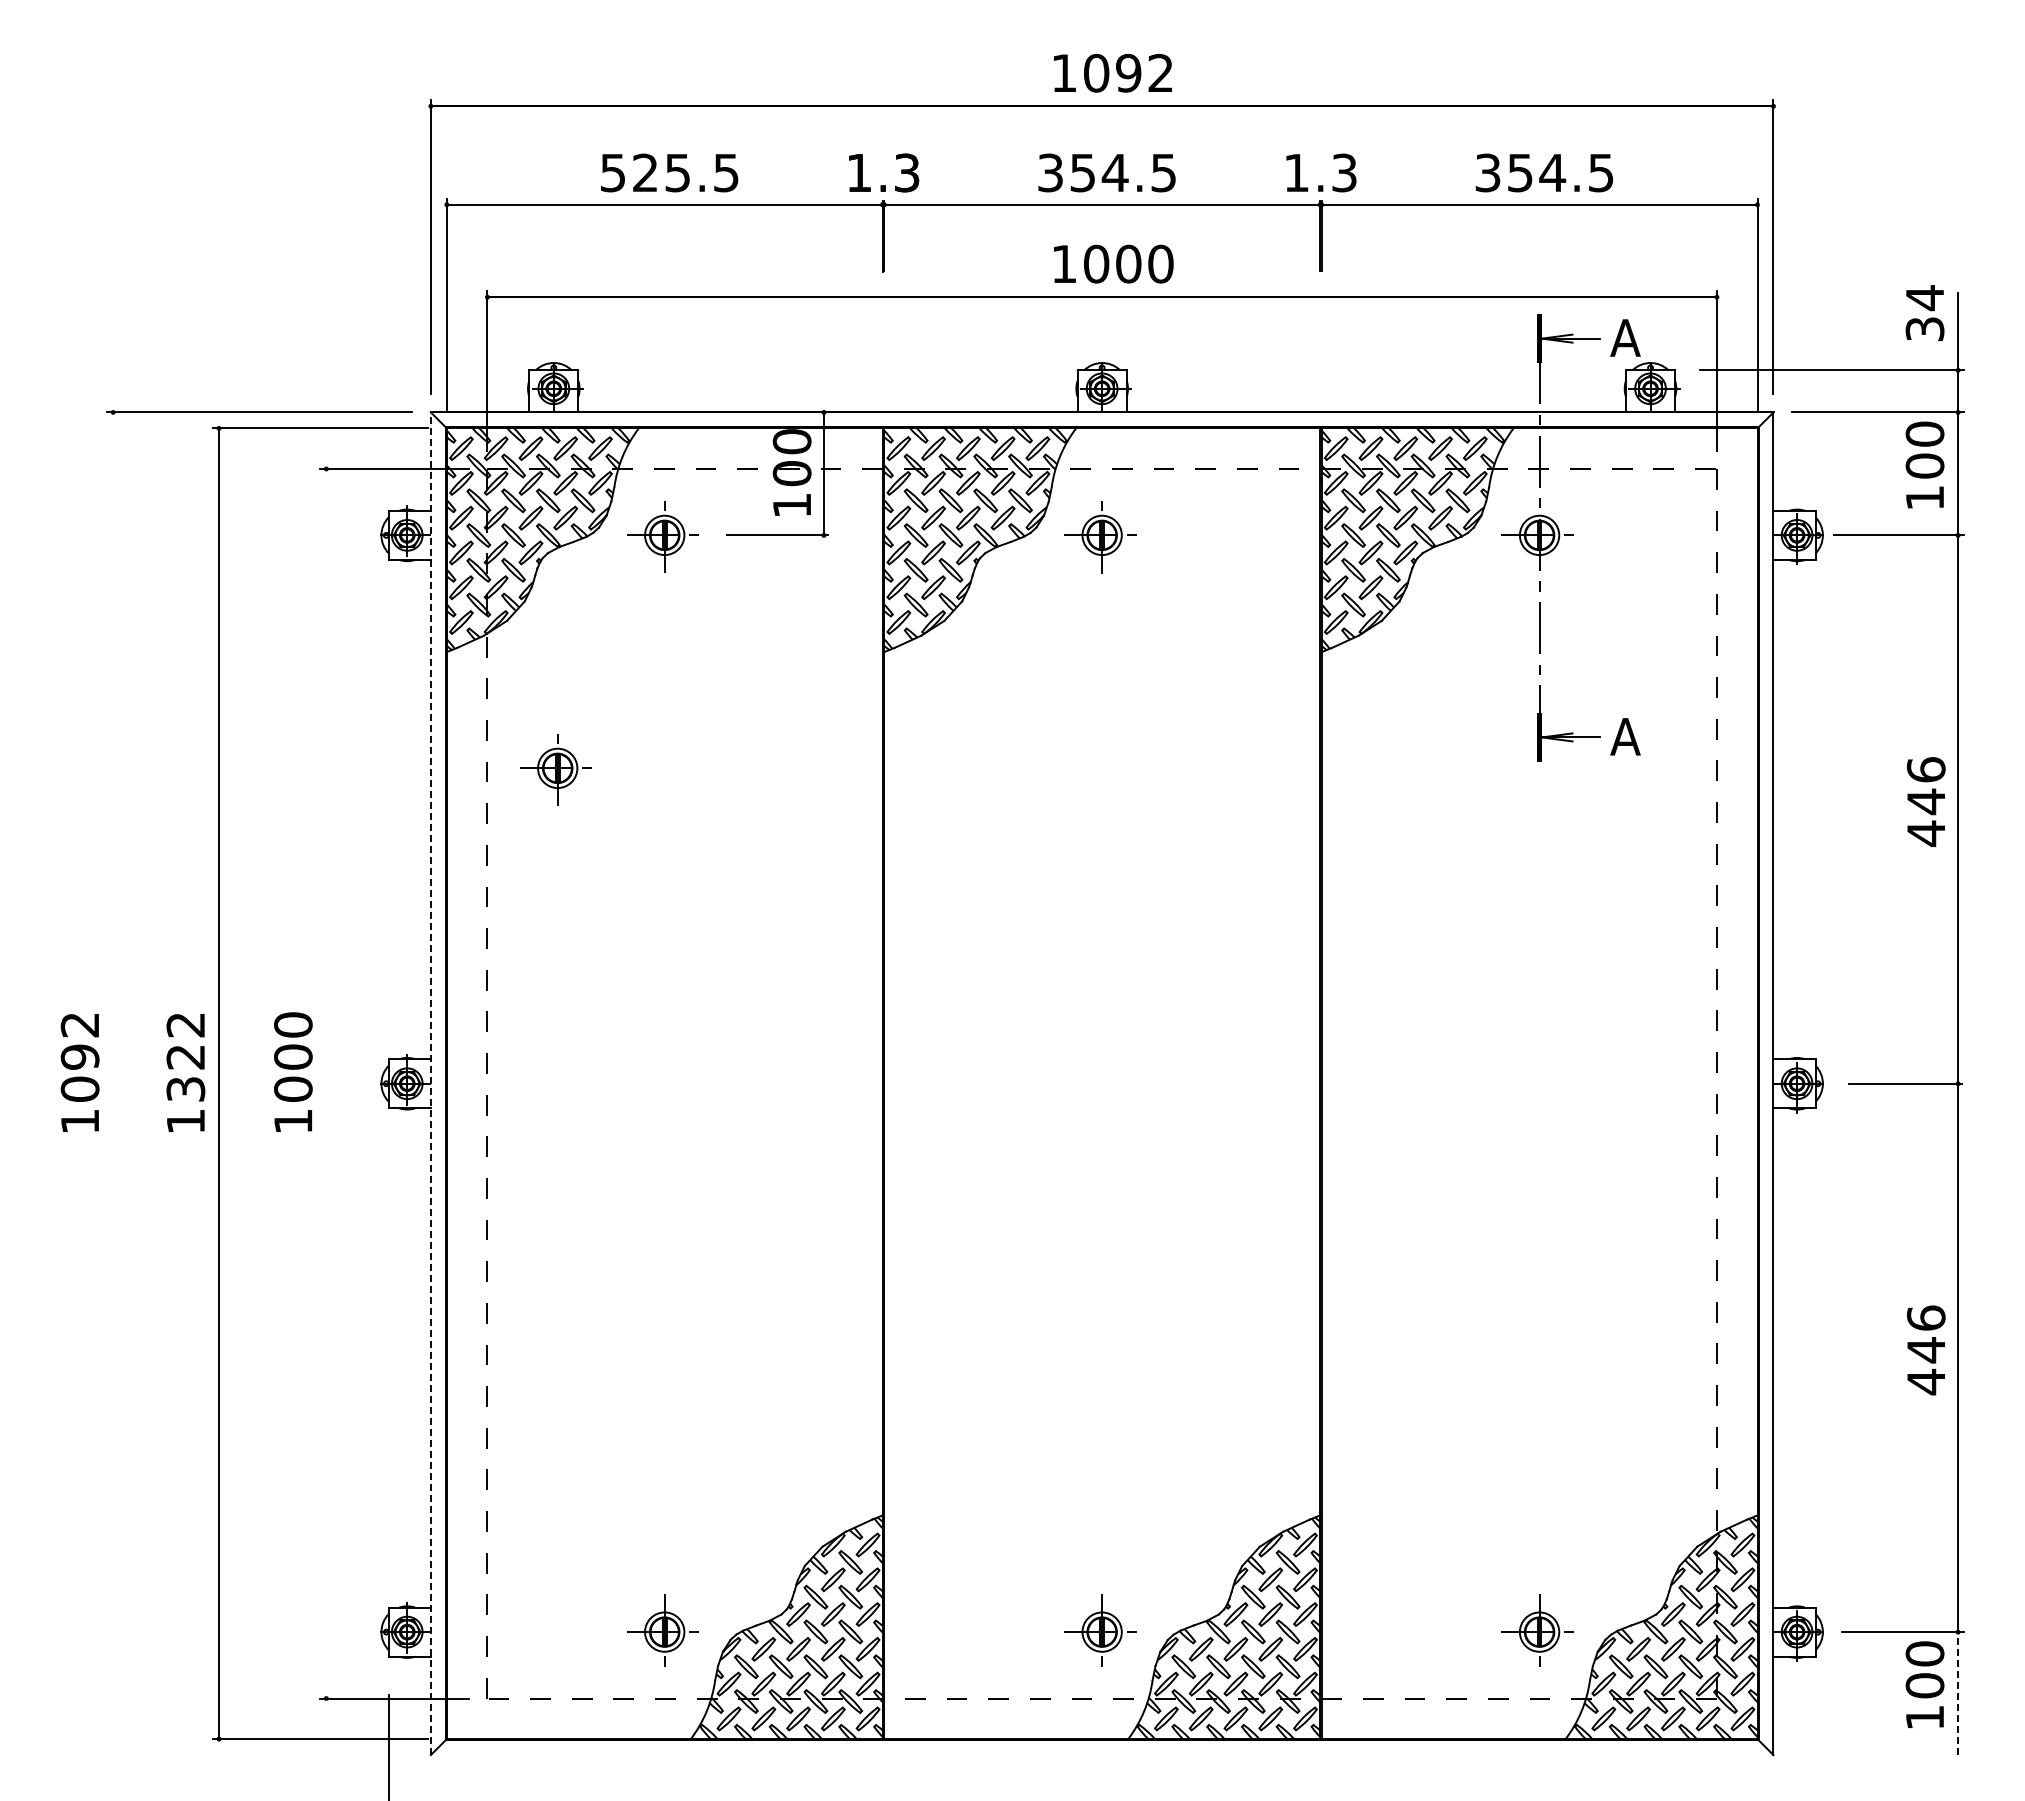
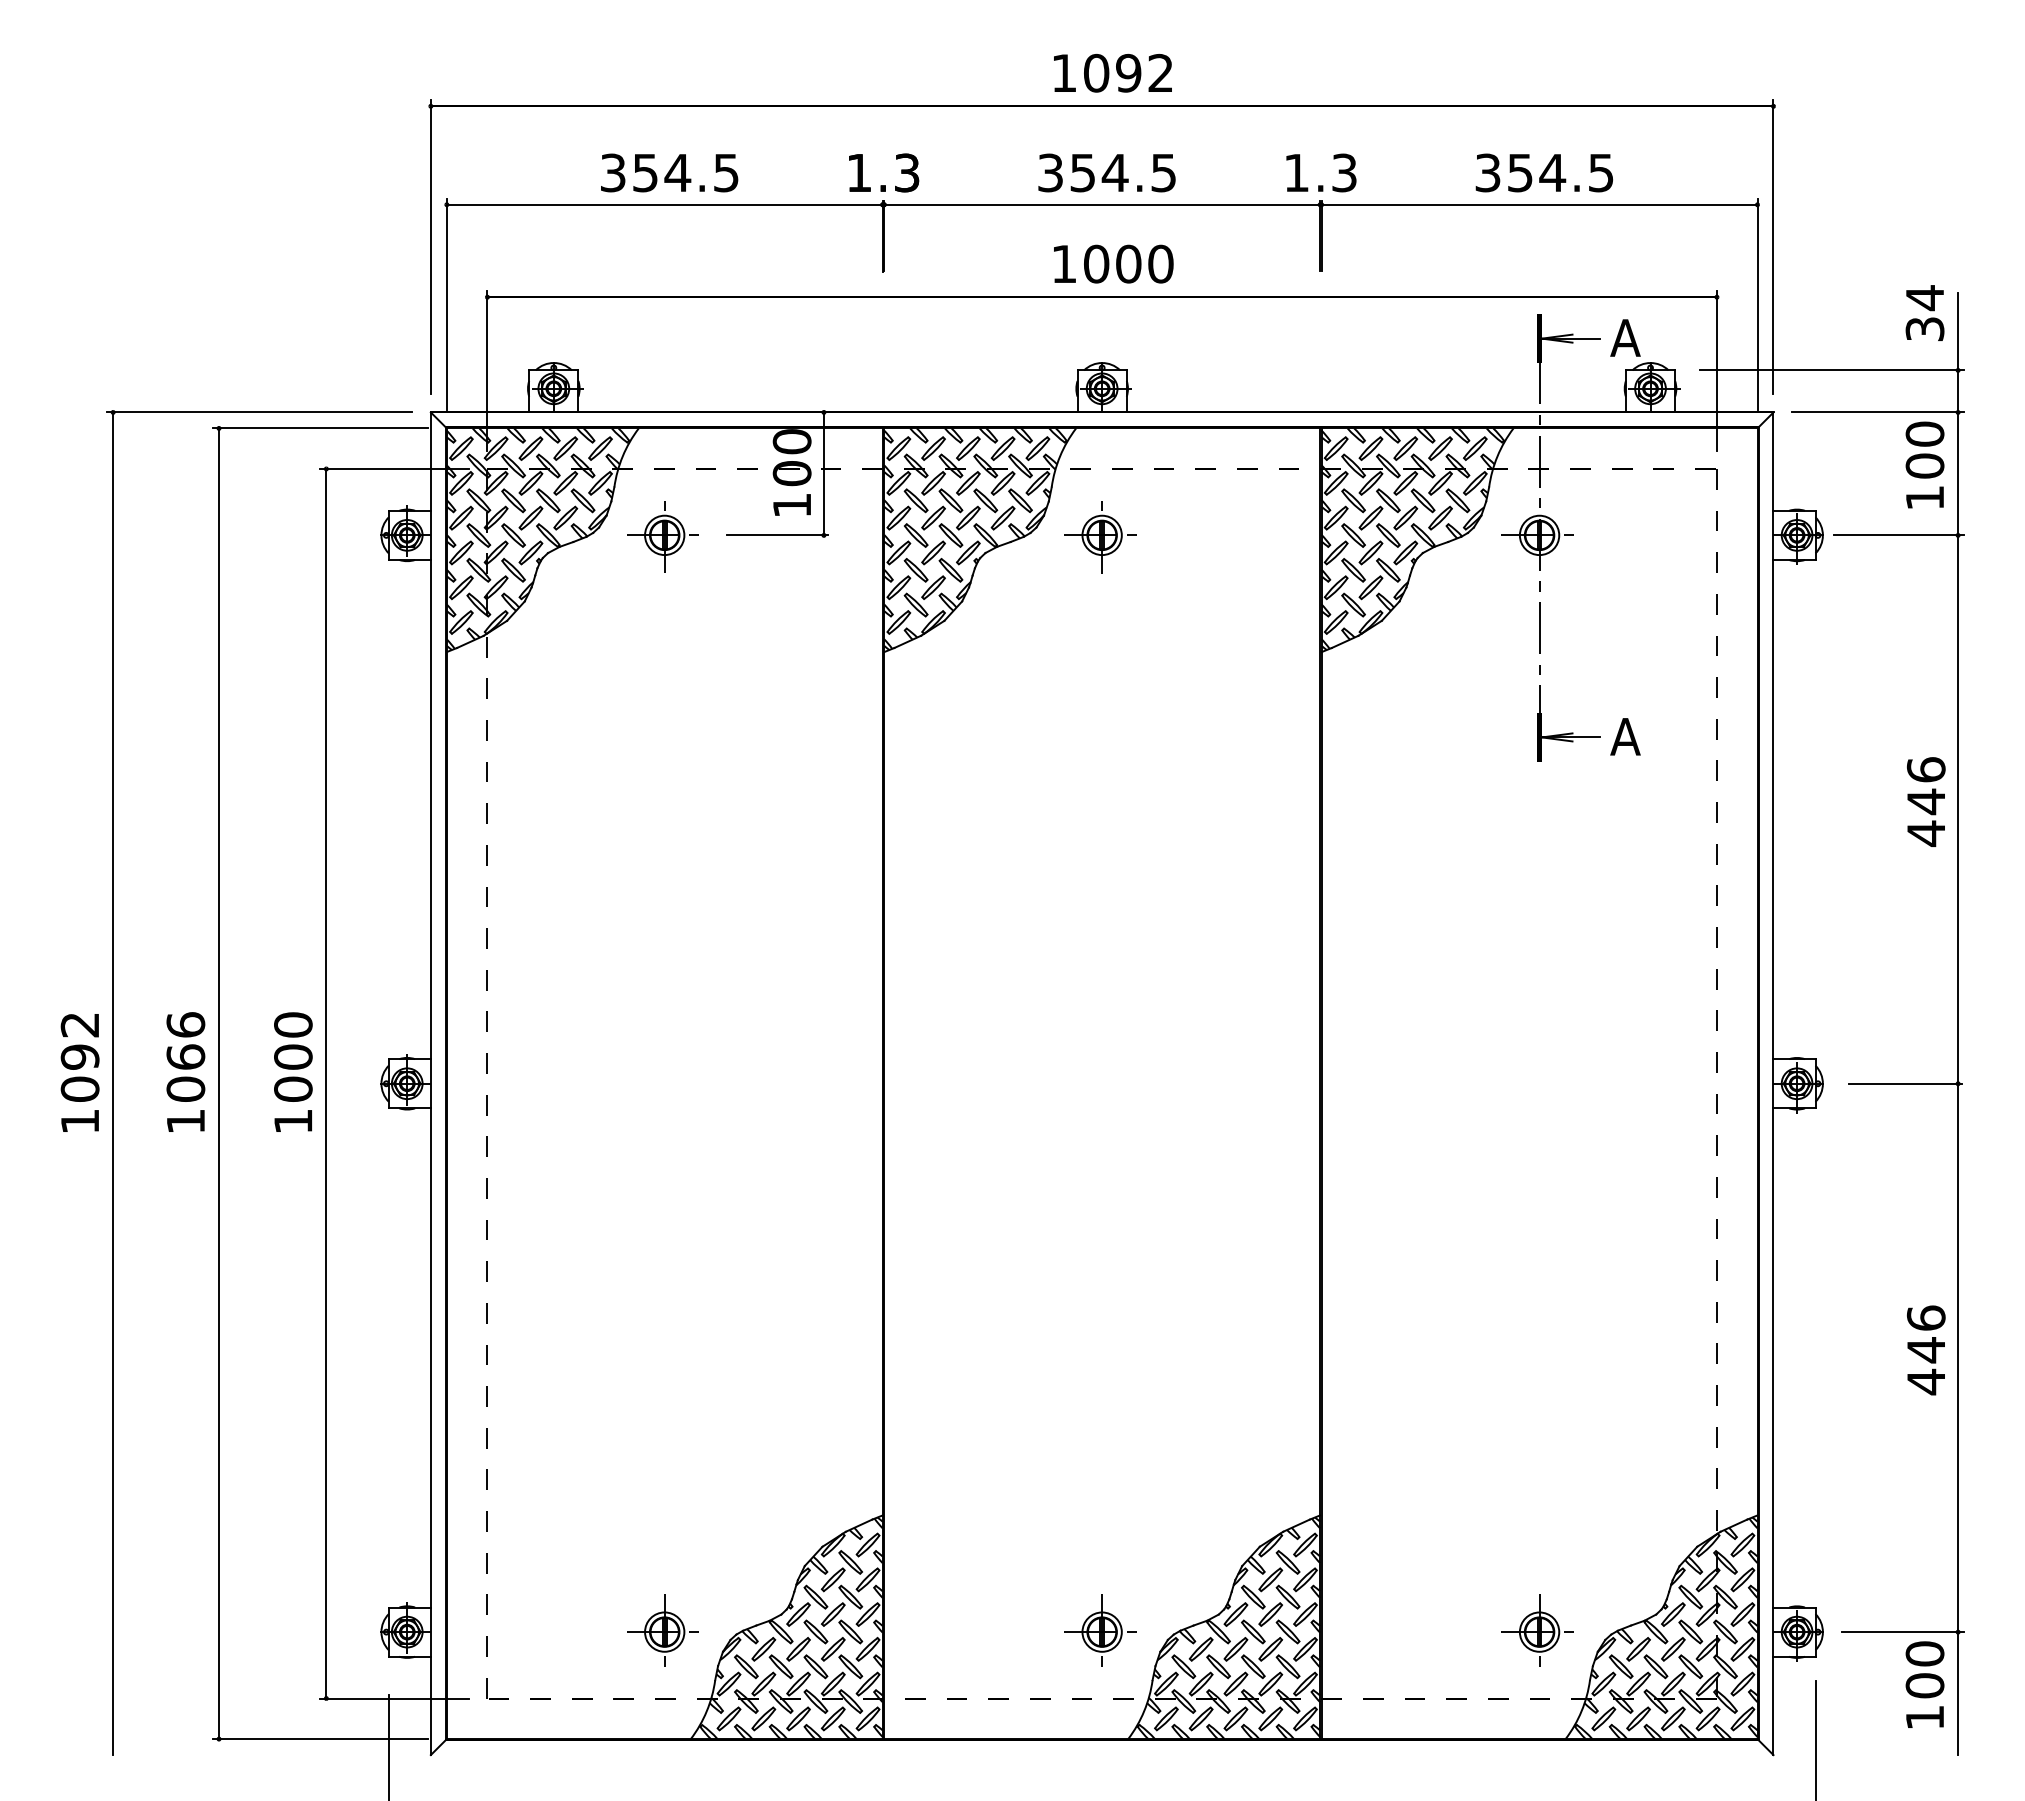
text at (646, 172): 525.5 -> 354.5
part at (555, 769): present -> none
text at (185, 1056): 1322 -> 1066
line at (113, 1083): none -> present
line at (326, 1083): none -> present
line at (430, 1083): dashed -> solid
line at (1958, 1693): dashed -> solid
line at (1815, 1739): none -> present
